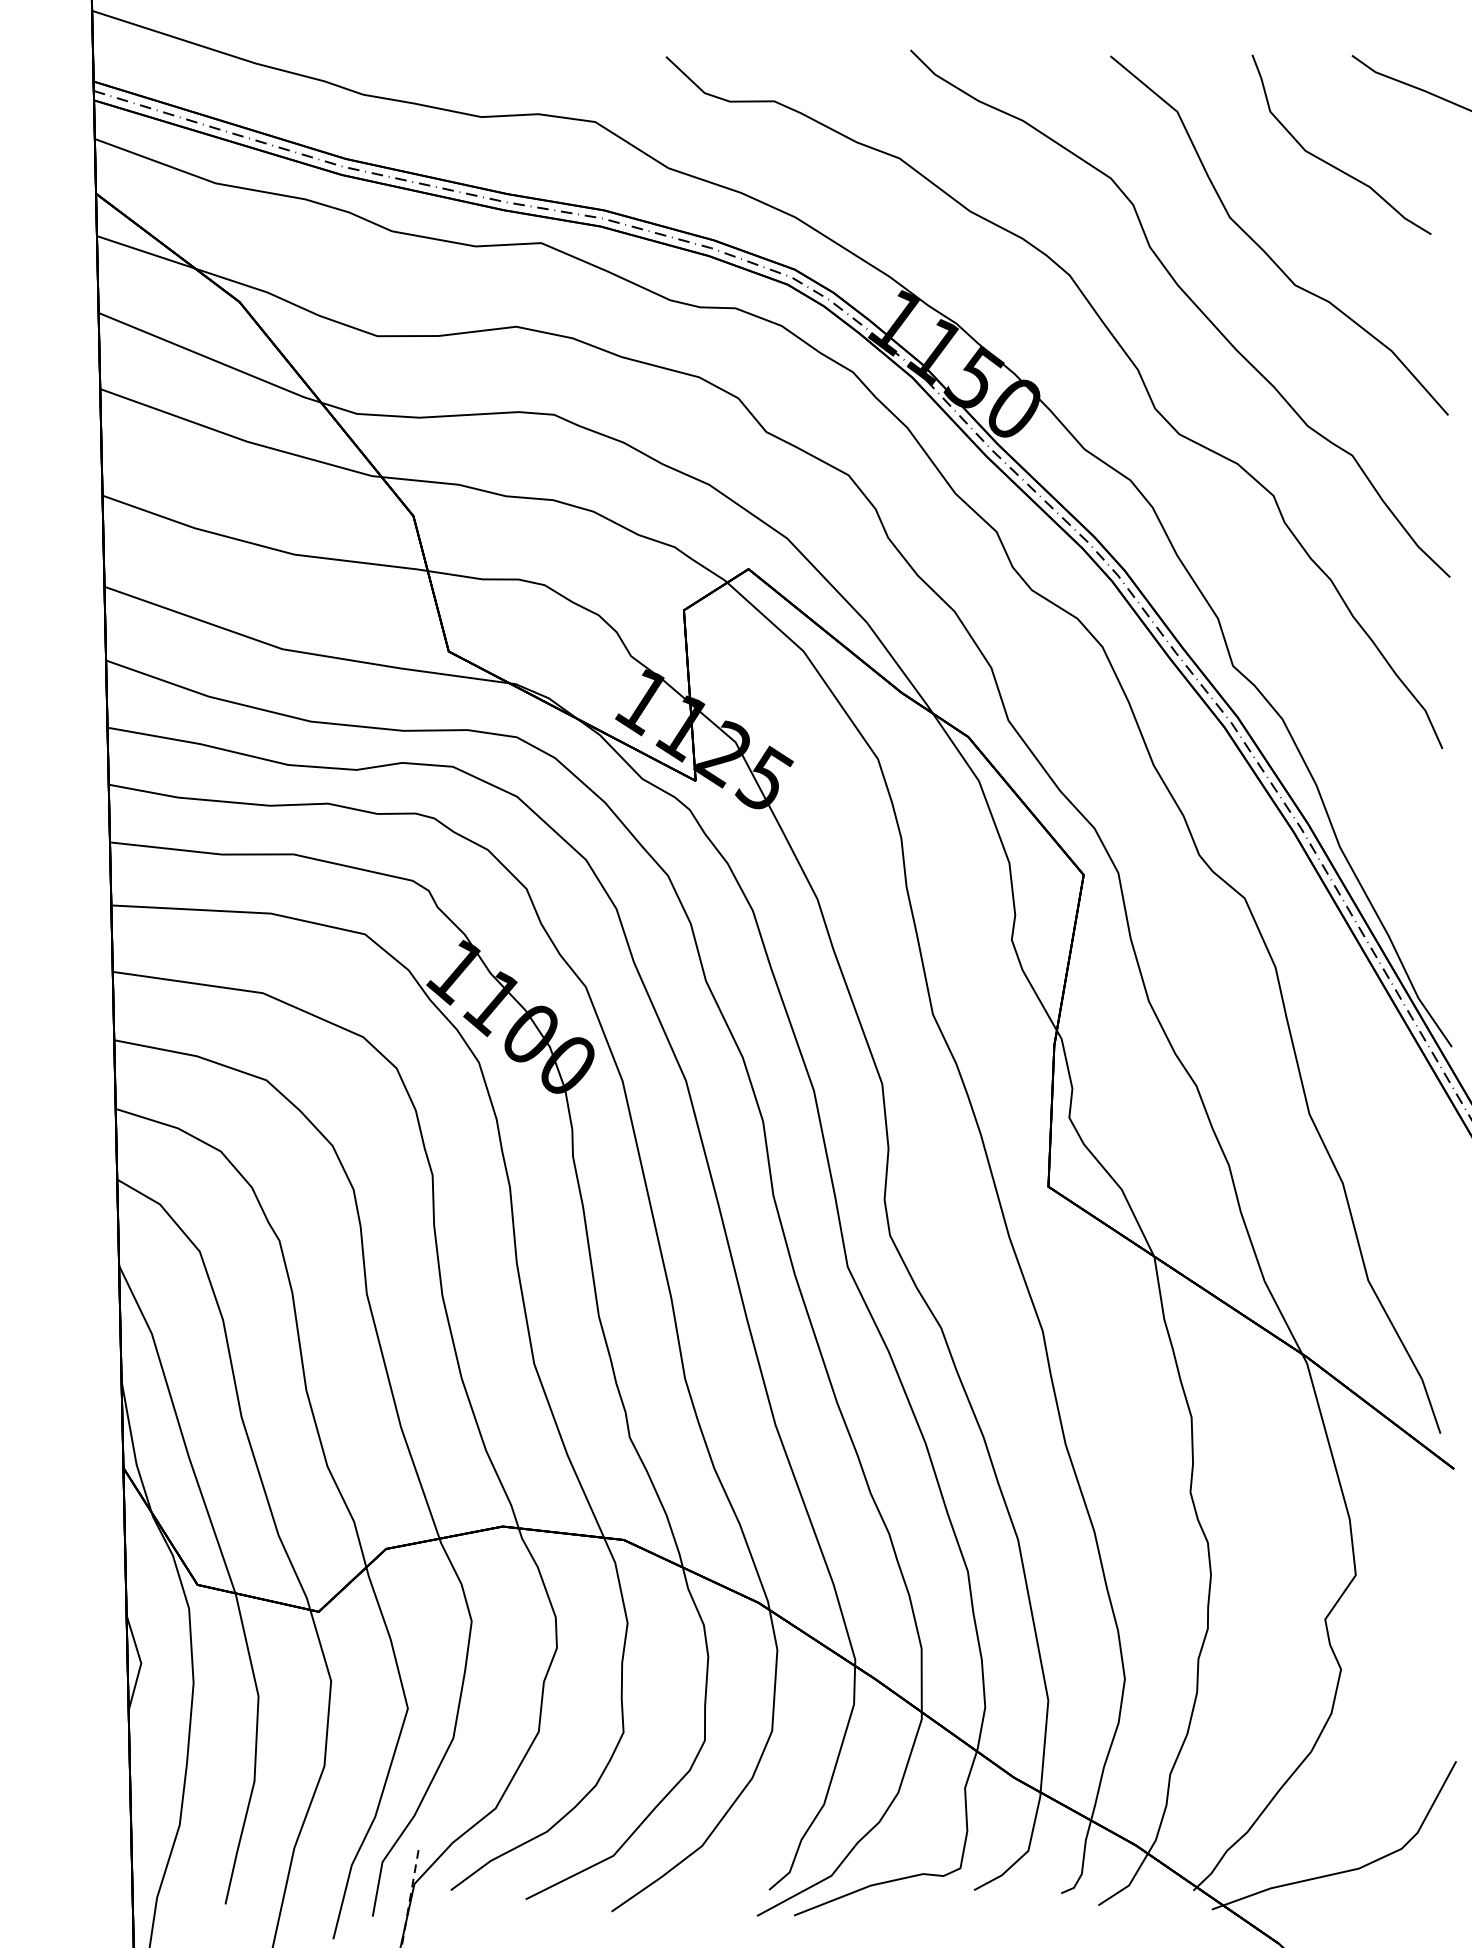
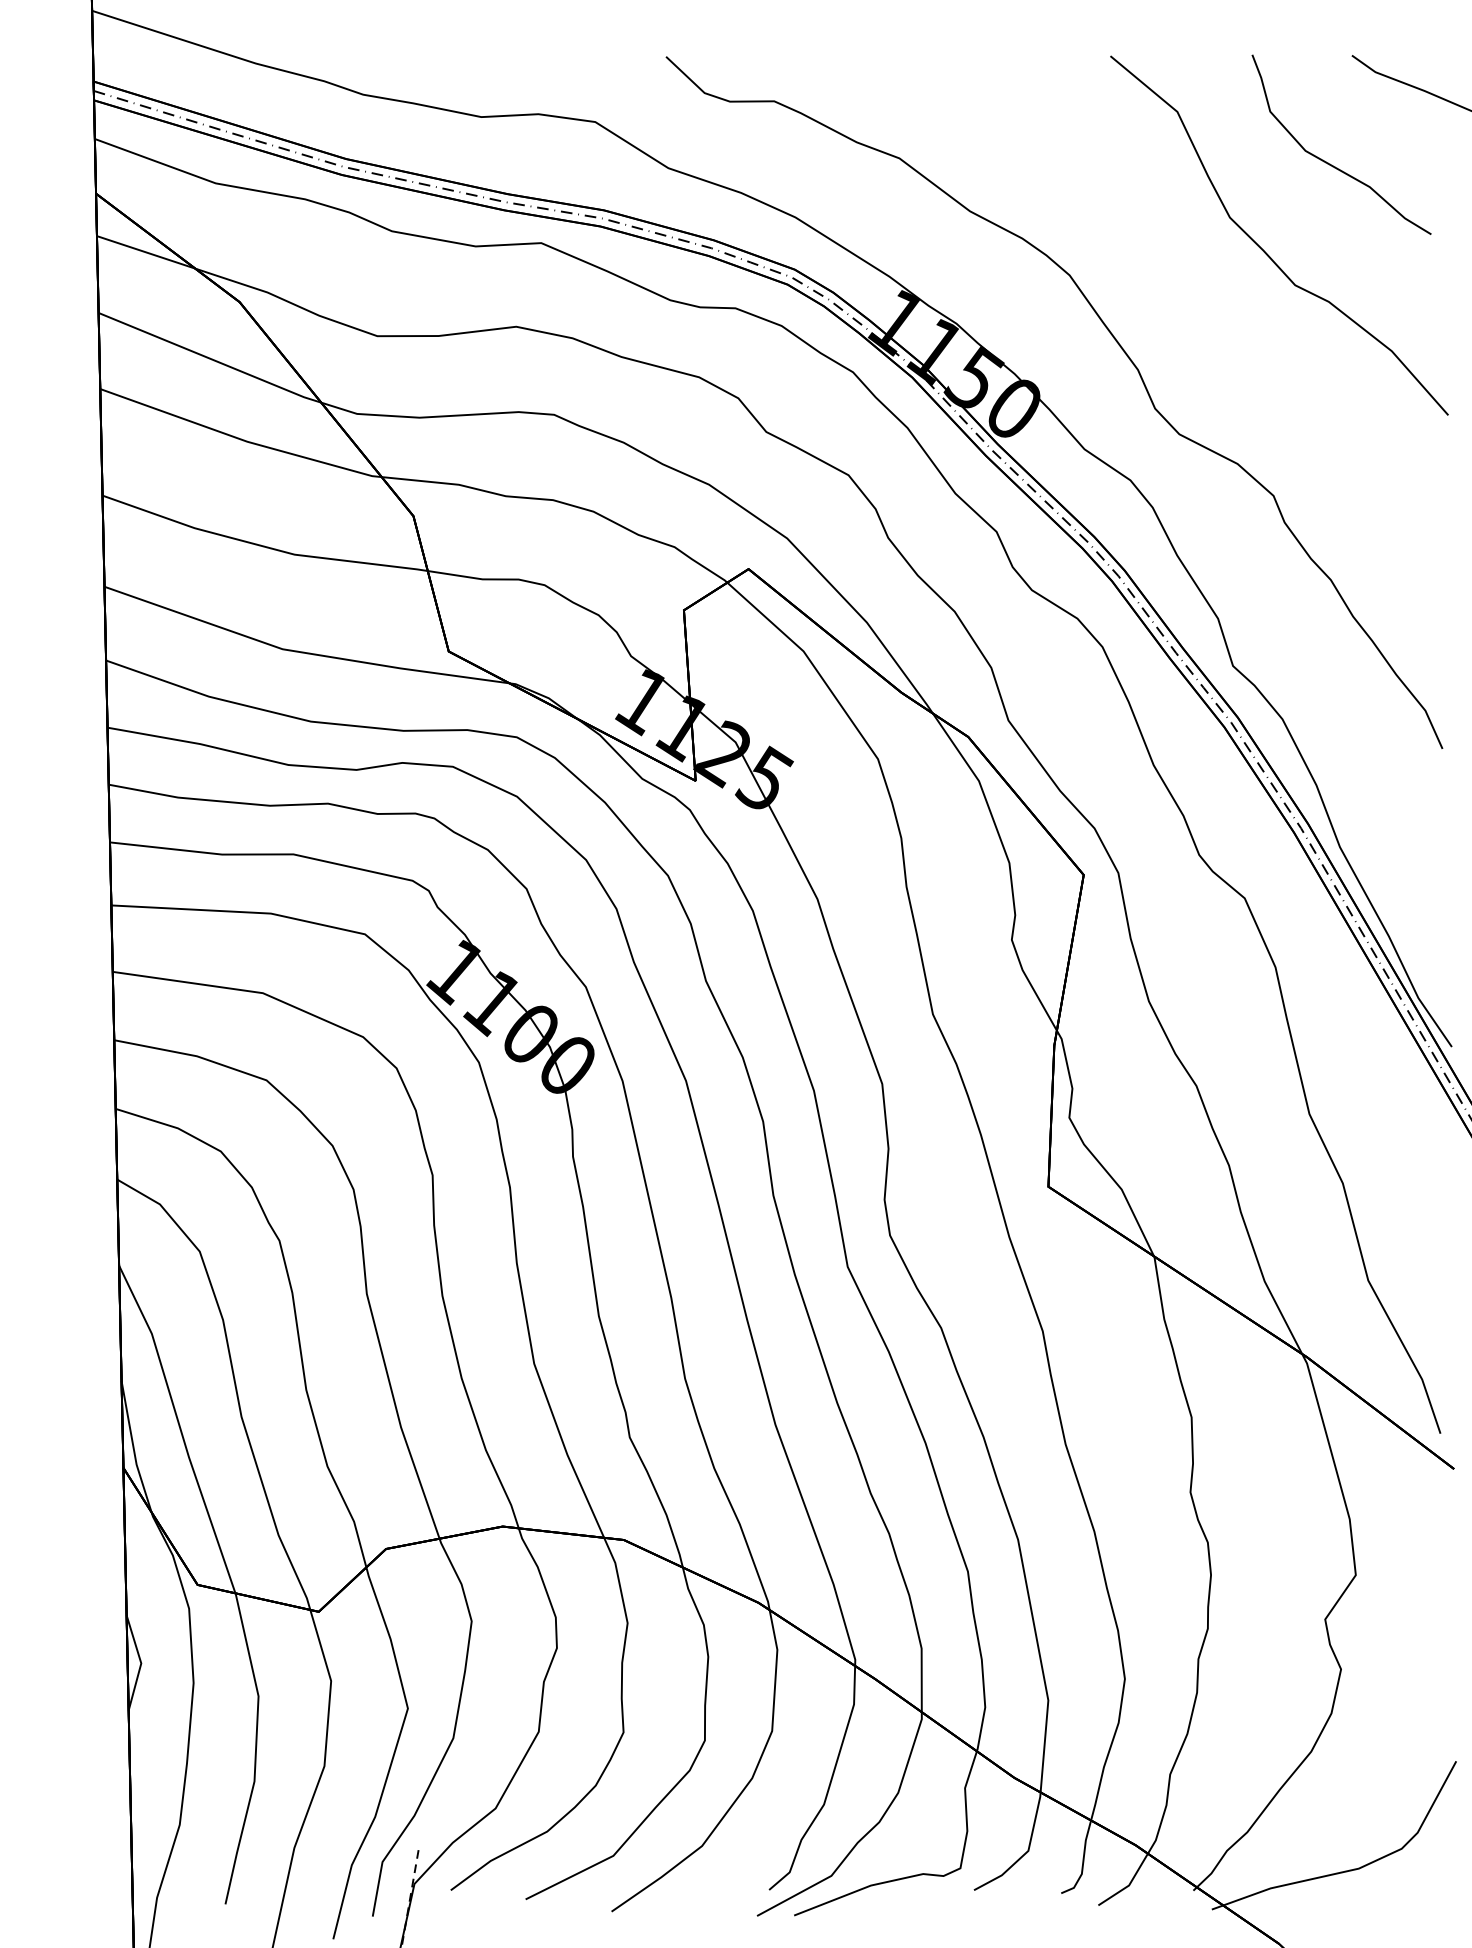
curve at (1193, 304): present -> none
